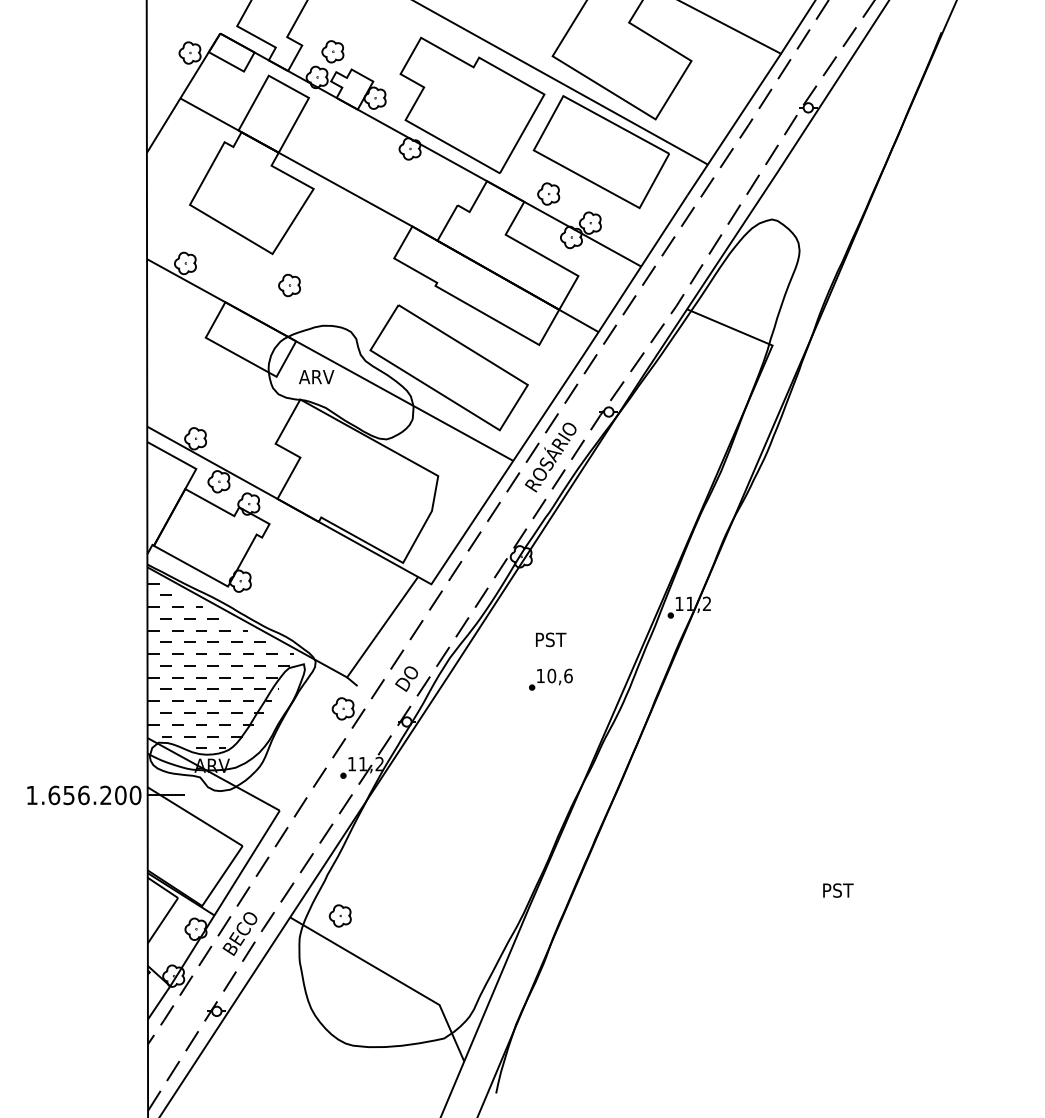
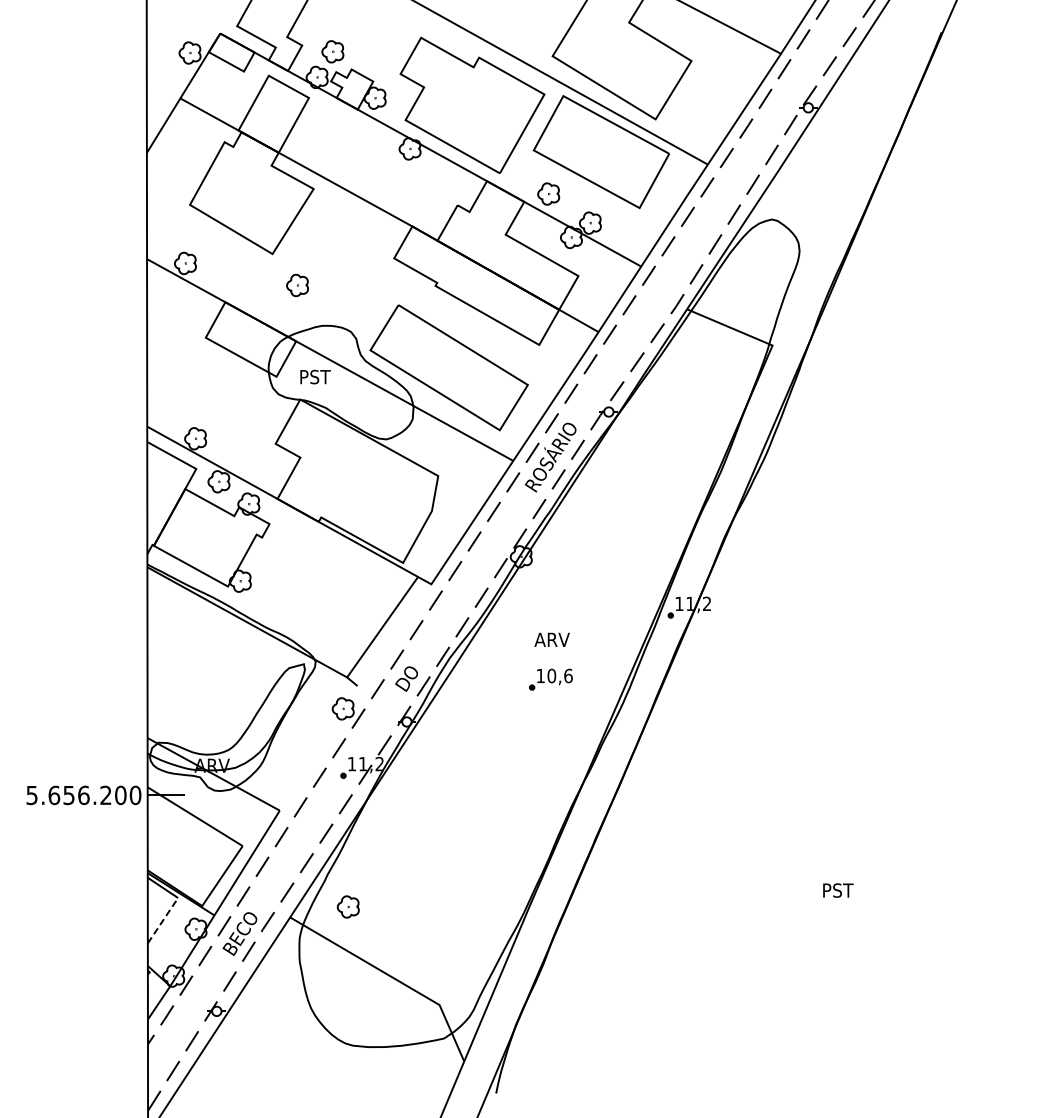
part at (289, 285) position: (289, 285) -> (297, 285)
text at (316, 376): ARV -> PST
text at (551, 639): PST -> ARV
hatch at (220, 665): present -> none
text at (31, 795): 1.656.200 -> 5.656.200
part at (339, 915) position: (339, 915) -> (347, 906)
line at (163, 920): solid -> dashed
